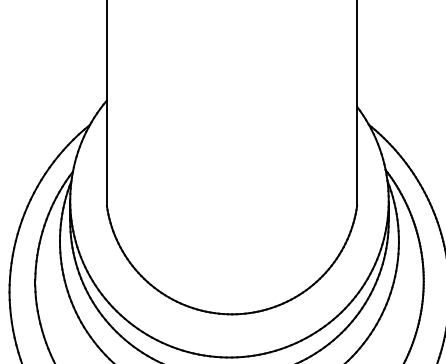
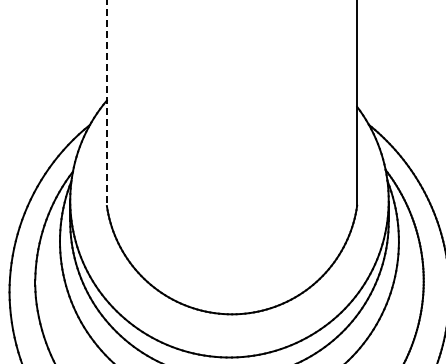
line at (106, 103): solid -> dashed
